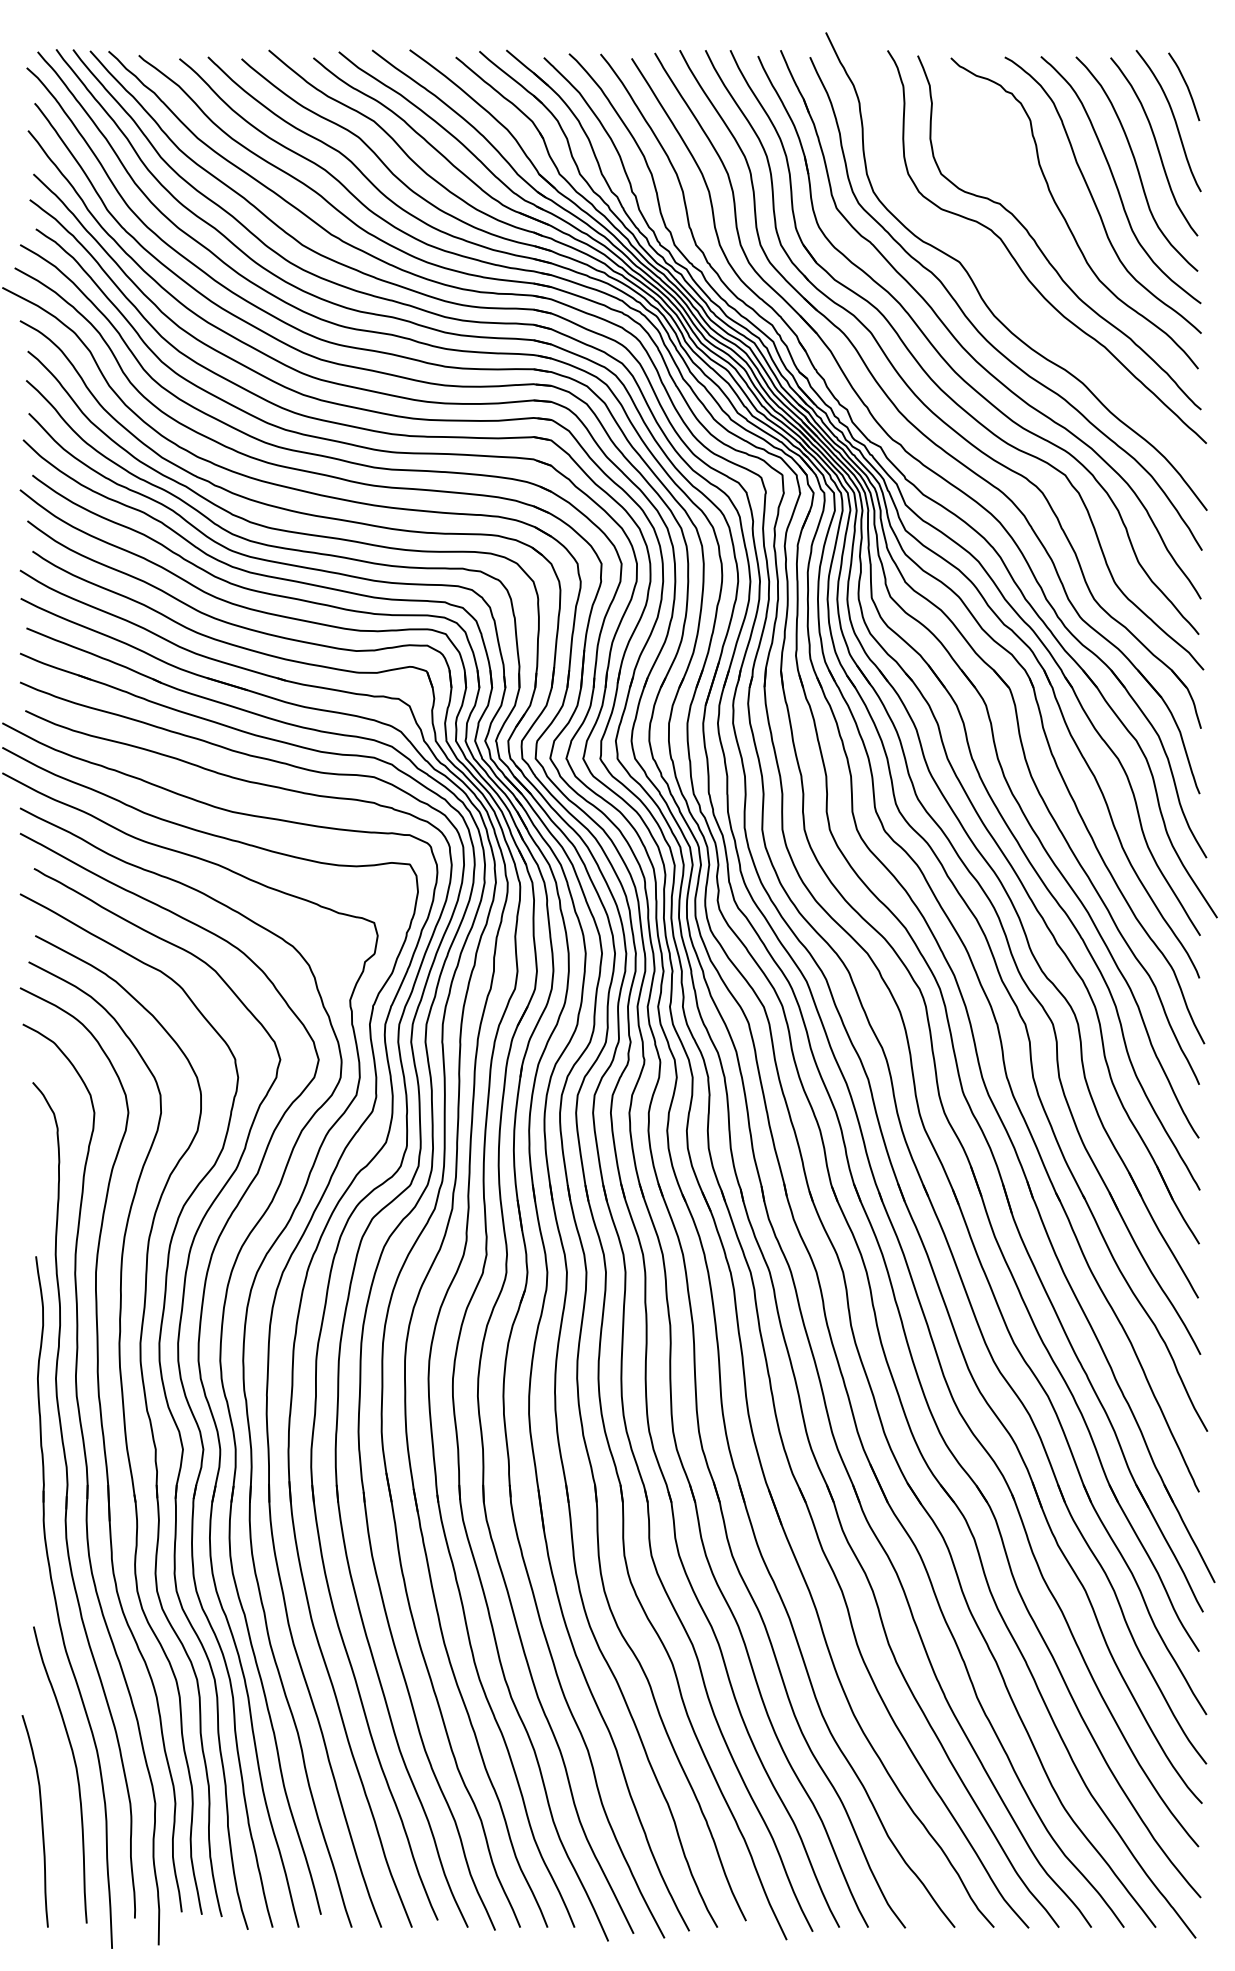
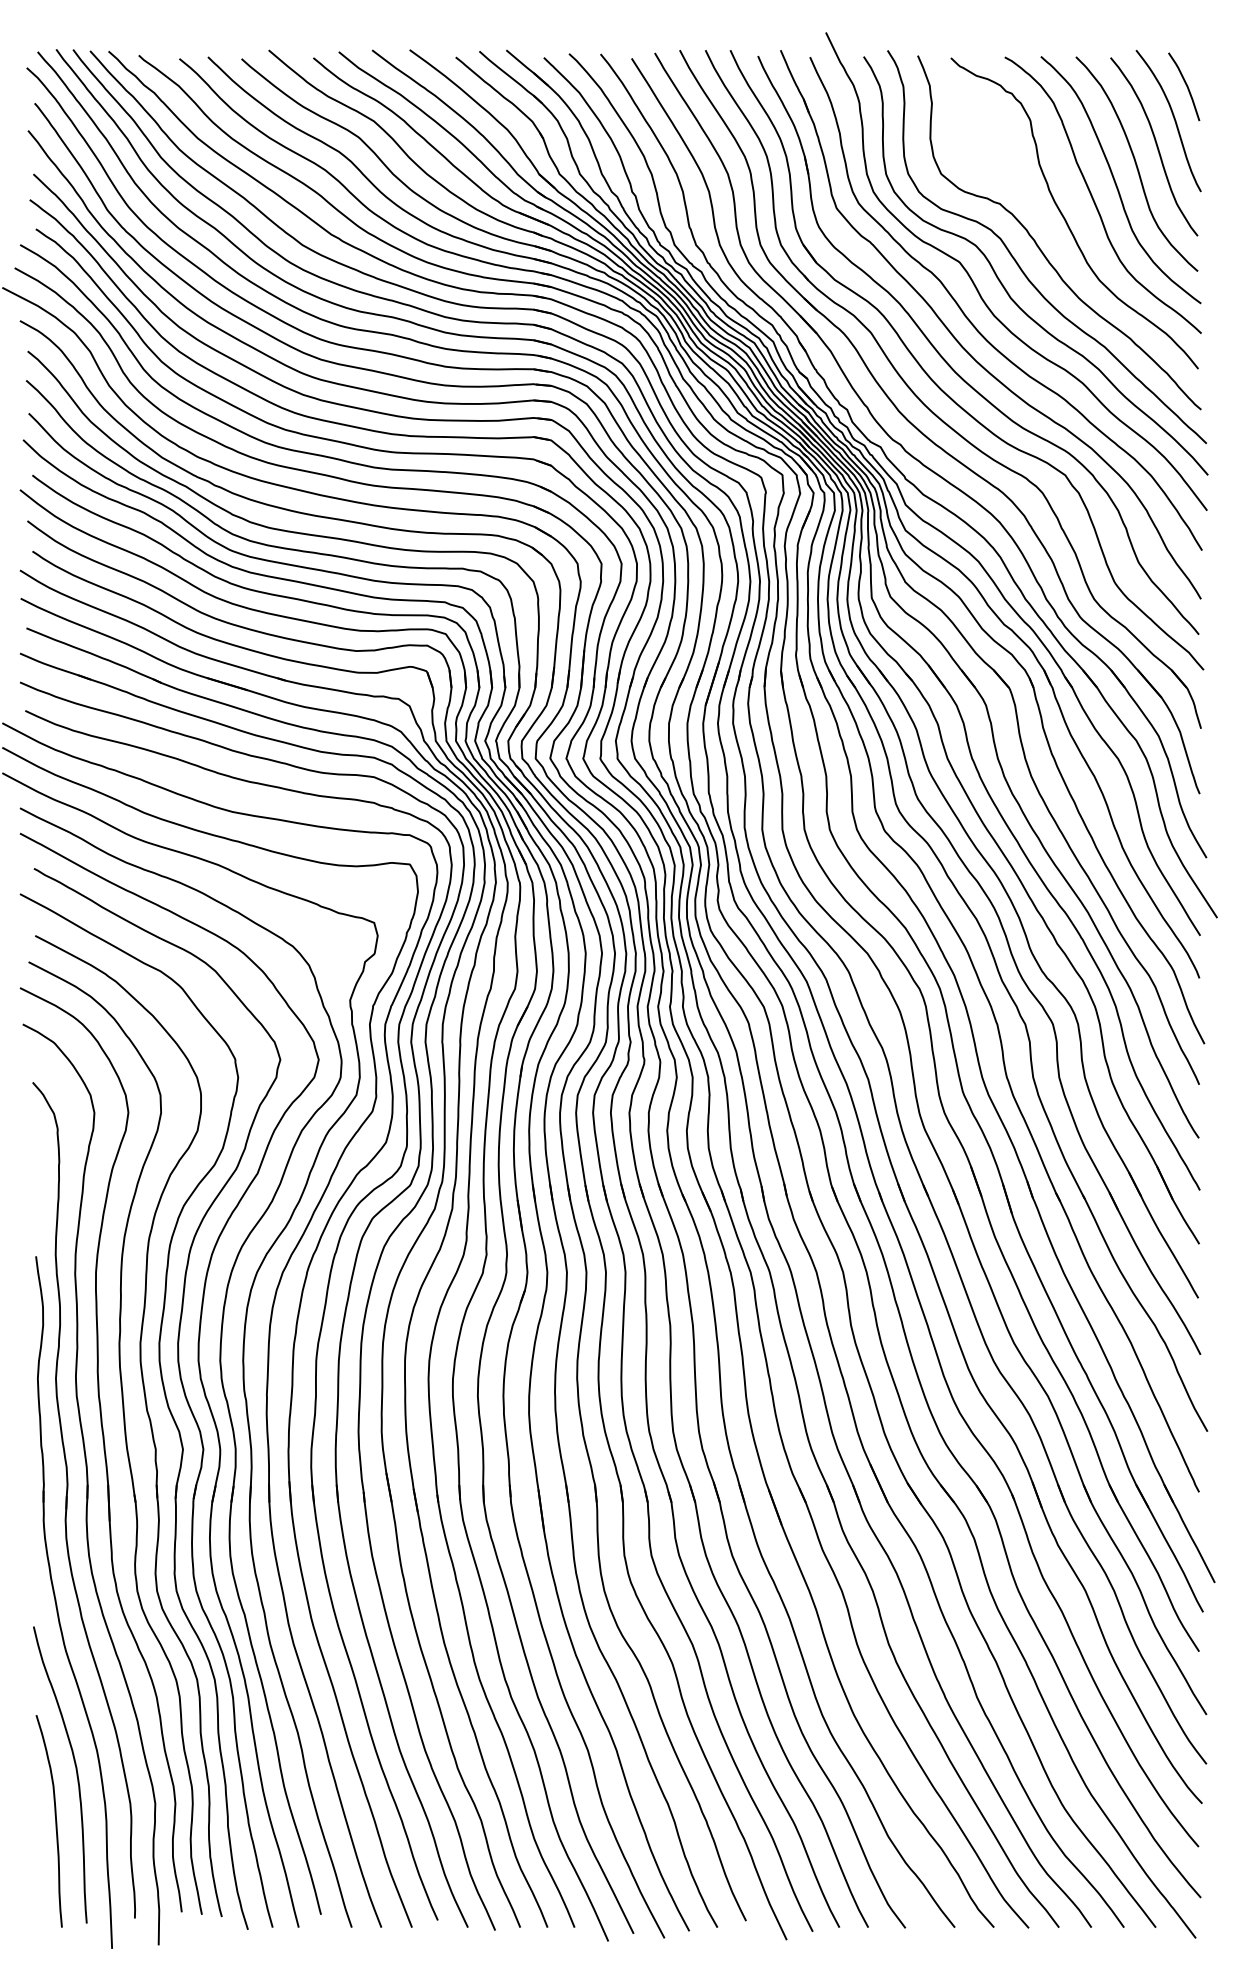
curve at (1005, 287): none -> present
curve at (41, 1821) position: (41, 1821) -> (55, 1821)
